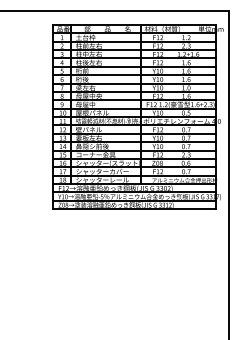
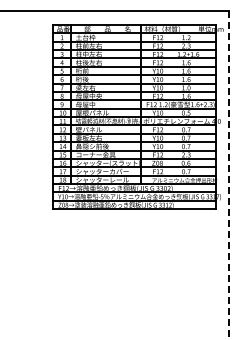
line at (229, 175): solid -> dashed
